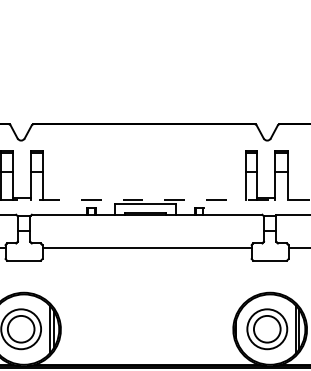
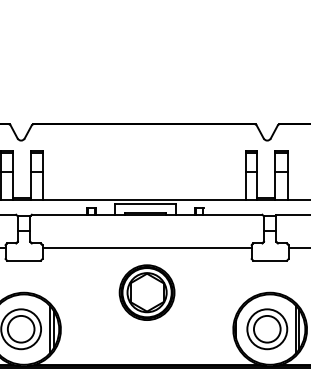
line at (155, 199): dashed -> solid
part at (146, 292): none -> present
